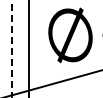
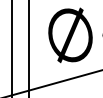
line at (12, 49): dashed -> solid
